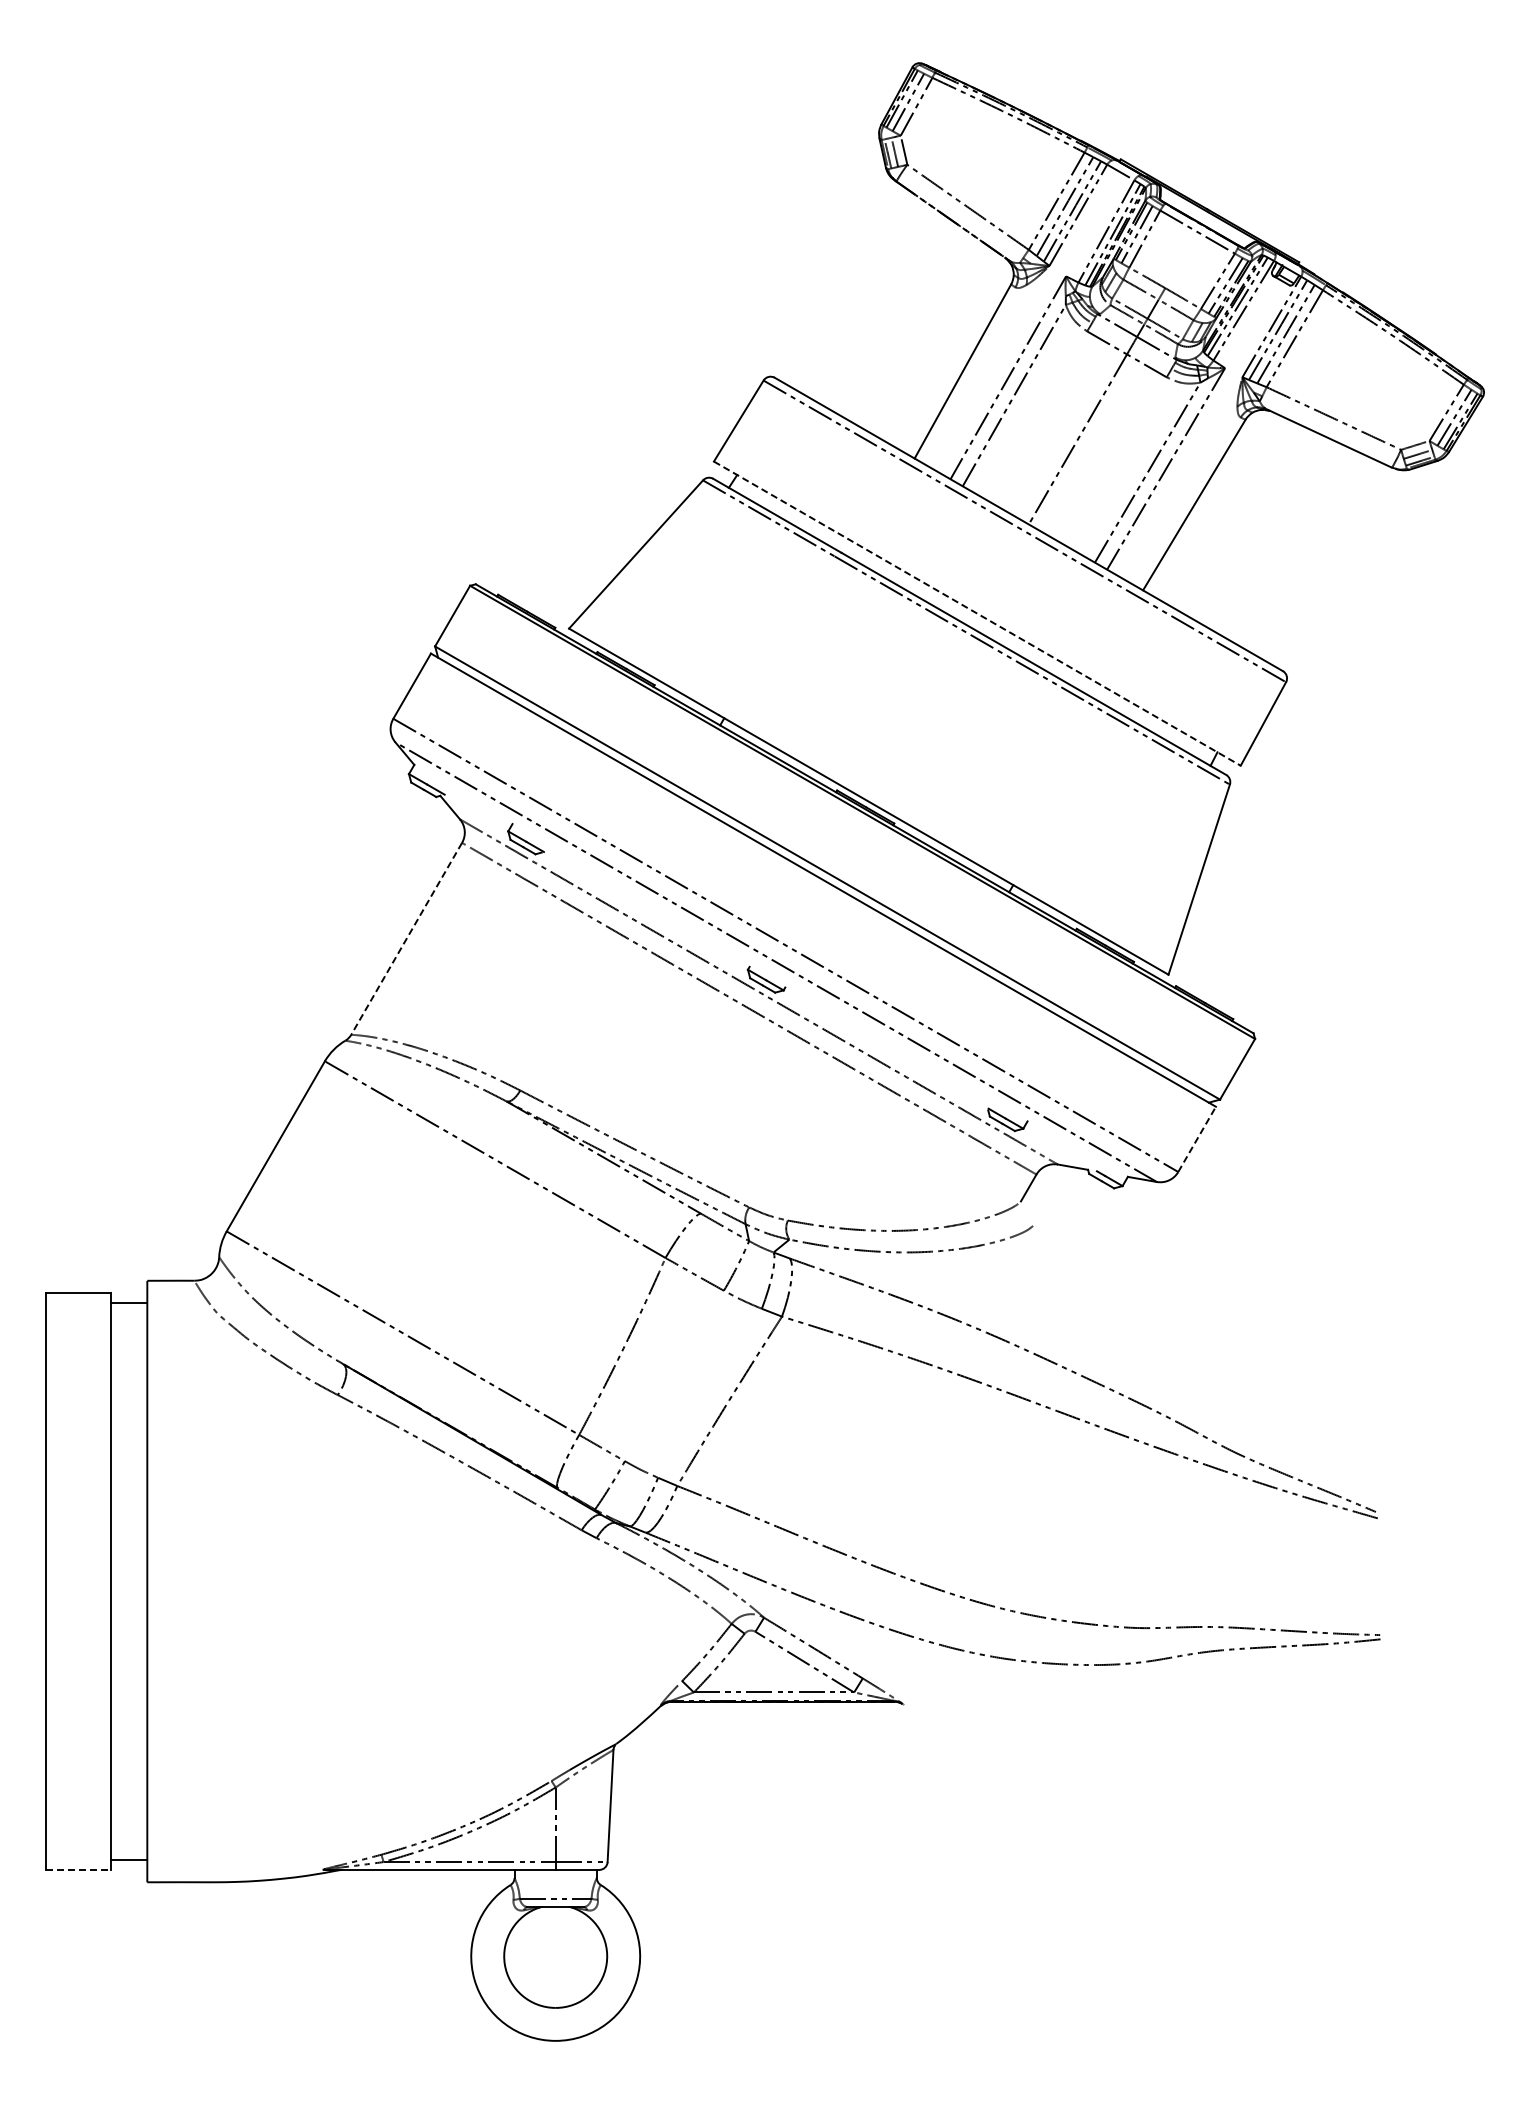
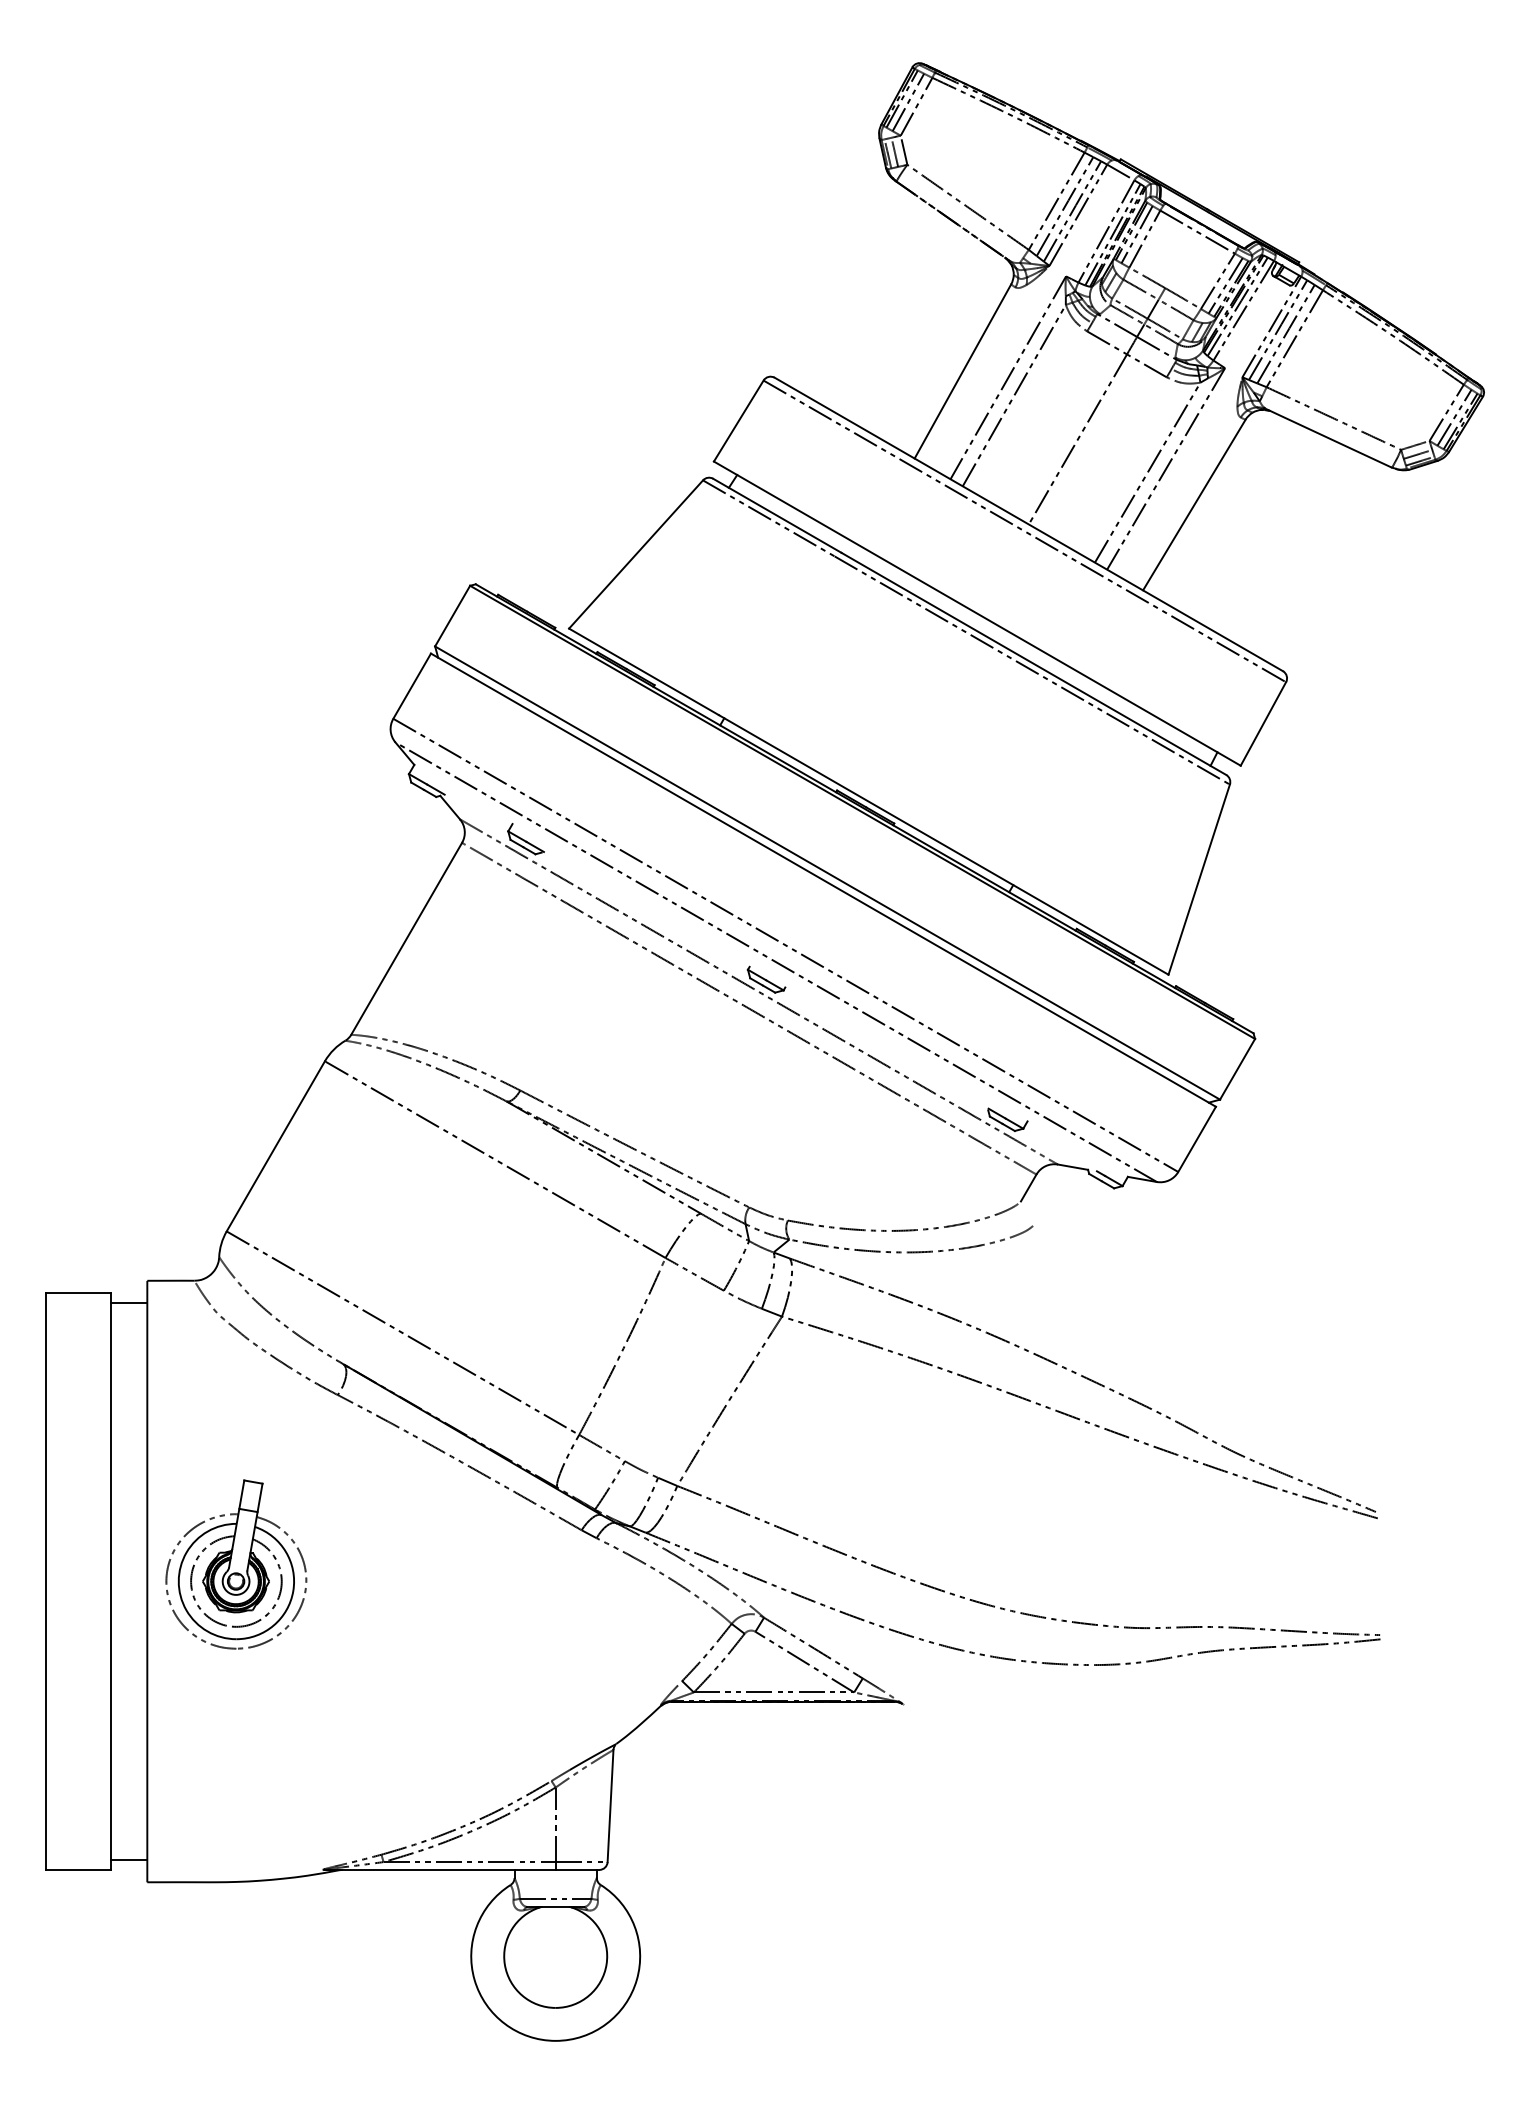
line at (977, 613): dashed -> solid
line at (406, 938): dashed -> solid
line at (1197, 1139): dashed -> solid
part at (236, 1564): none -> present
line at (78, 1869): dashed -> solid
